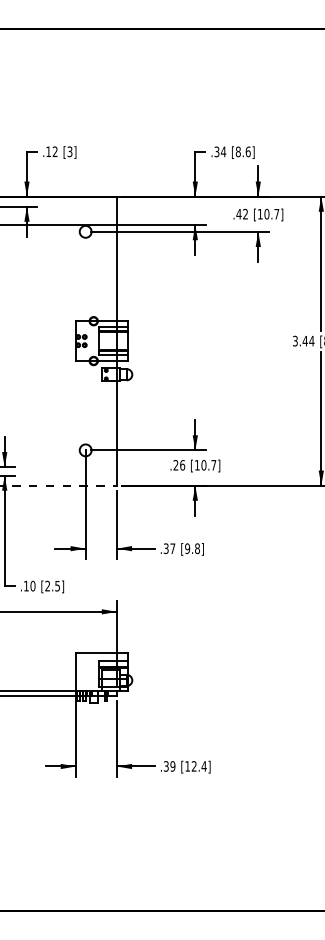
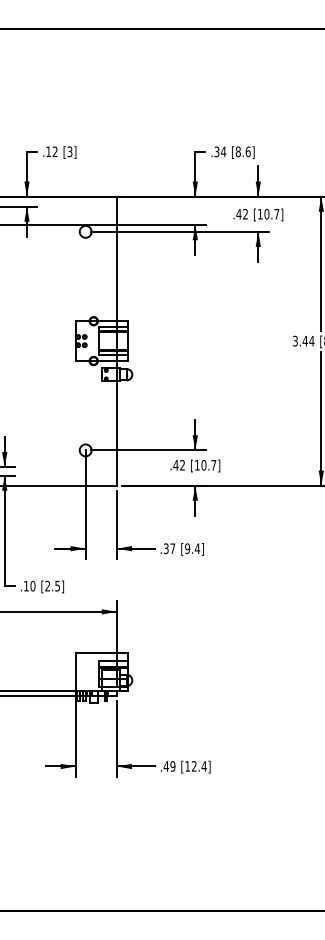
text at (179, 465): .26 -> .42
line at (58, 485): dashed -> solid
text at (197, 548): [9.8] -> [9.4]
text at (166, 766): .39 -> .49
